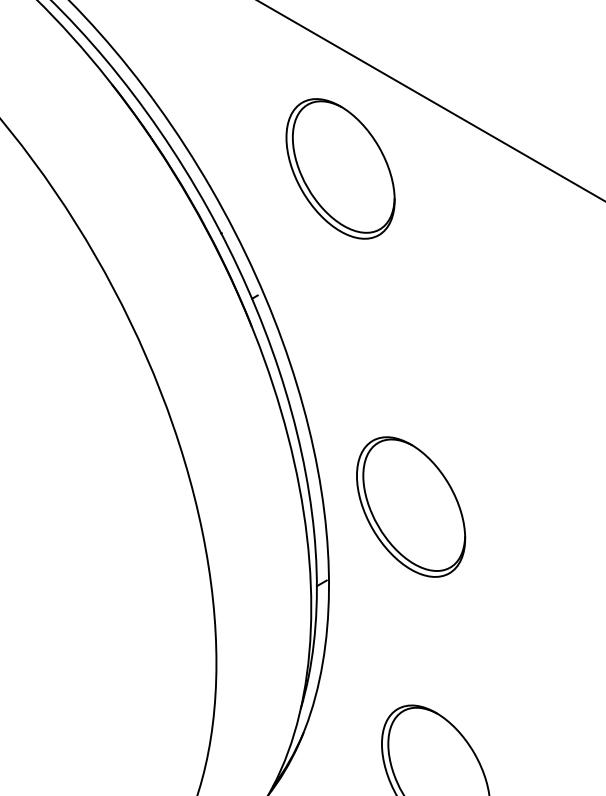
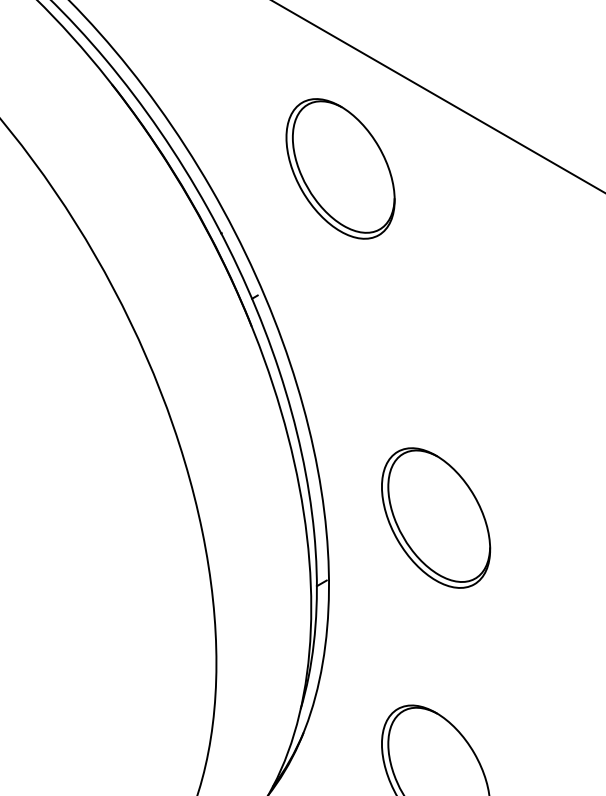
line at (431, 100) position: (431, 100) -> (438, 96)
part at (411, 506) position: (411, 506) -> (436, 517)
